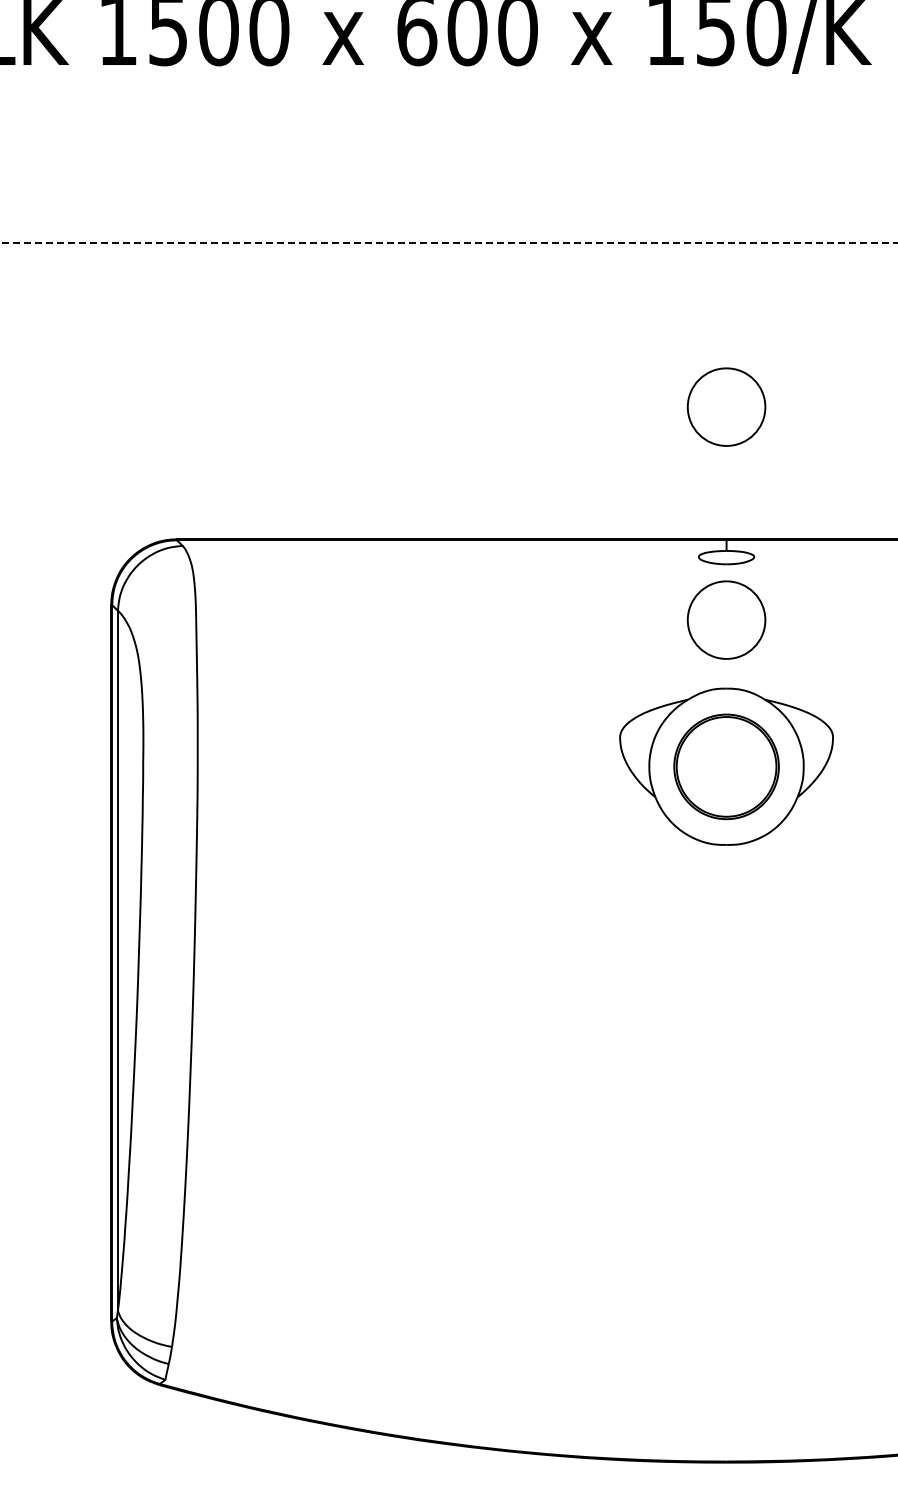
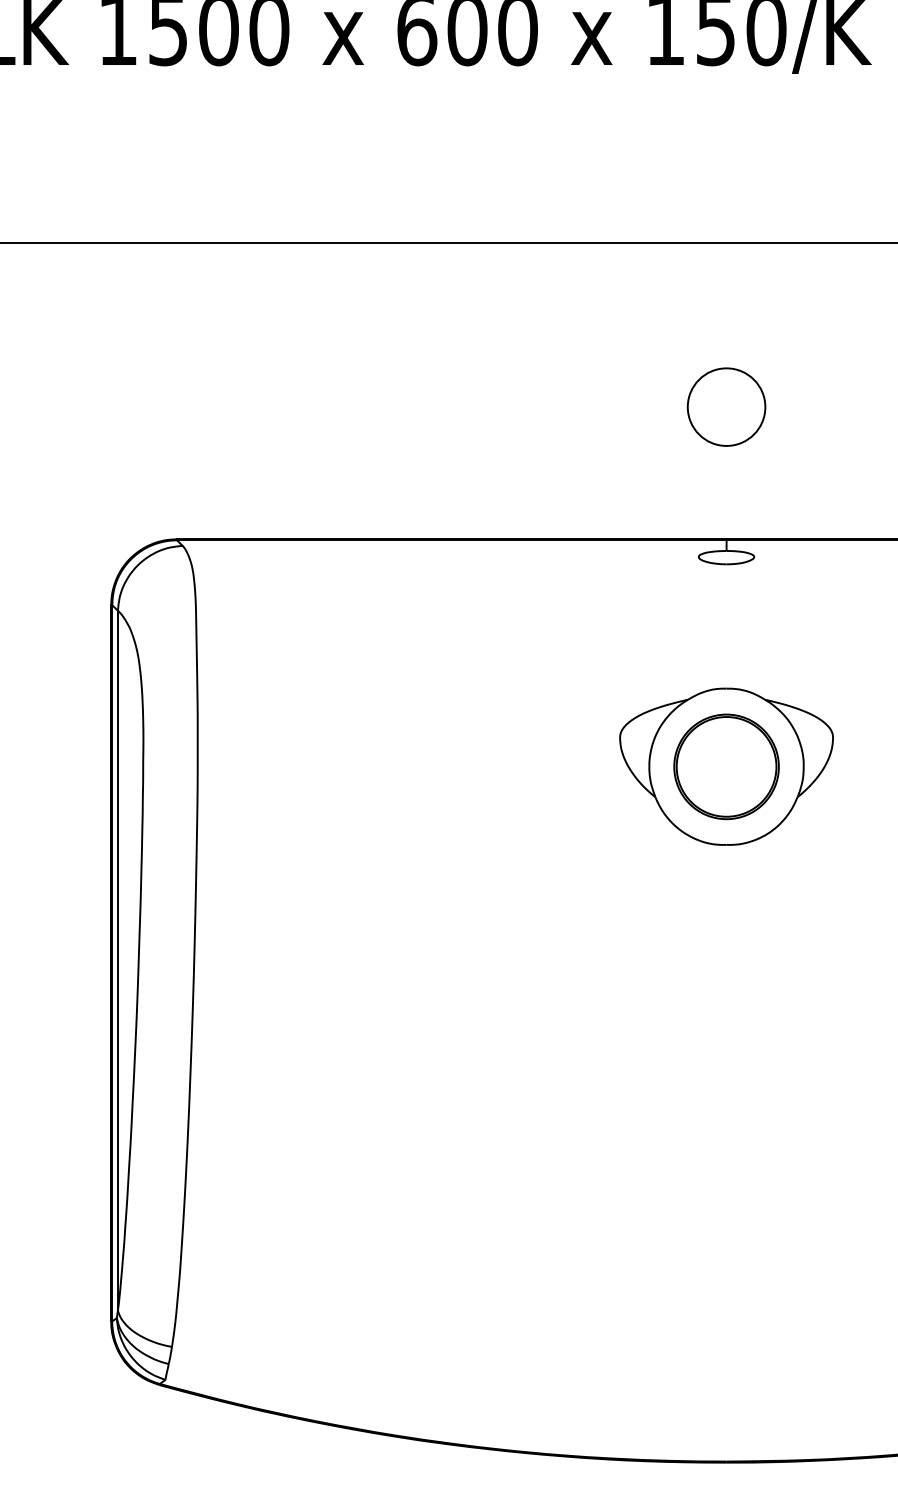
line at (448, 242): dashed -> solid
circle at (726, 619): present -> none
